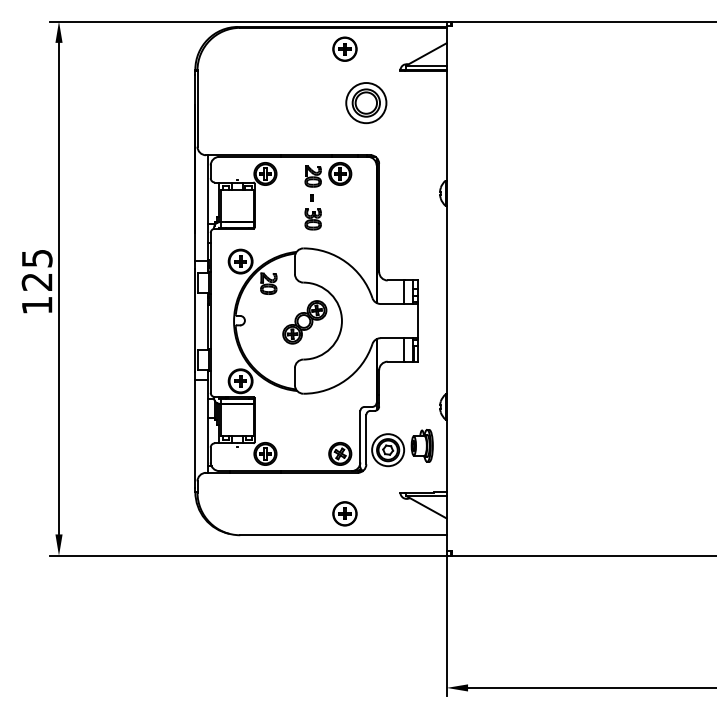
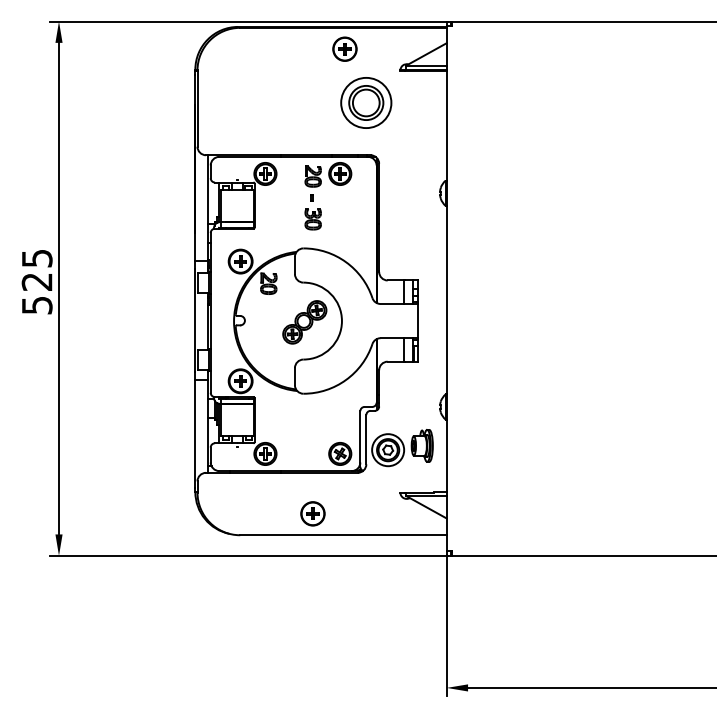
part at (366, 103) size: 43x43 px -> 53x52 px
text at (37, 305): 125 -> 525
part at (344, 513) position: (344, 513) -> (312, 513)
